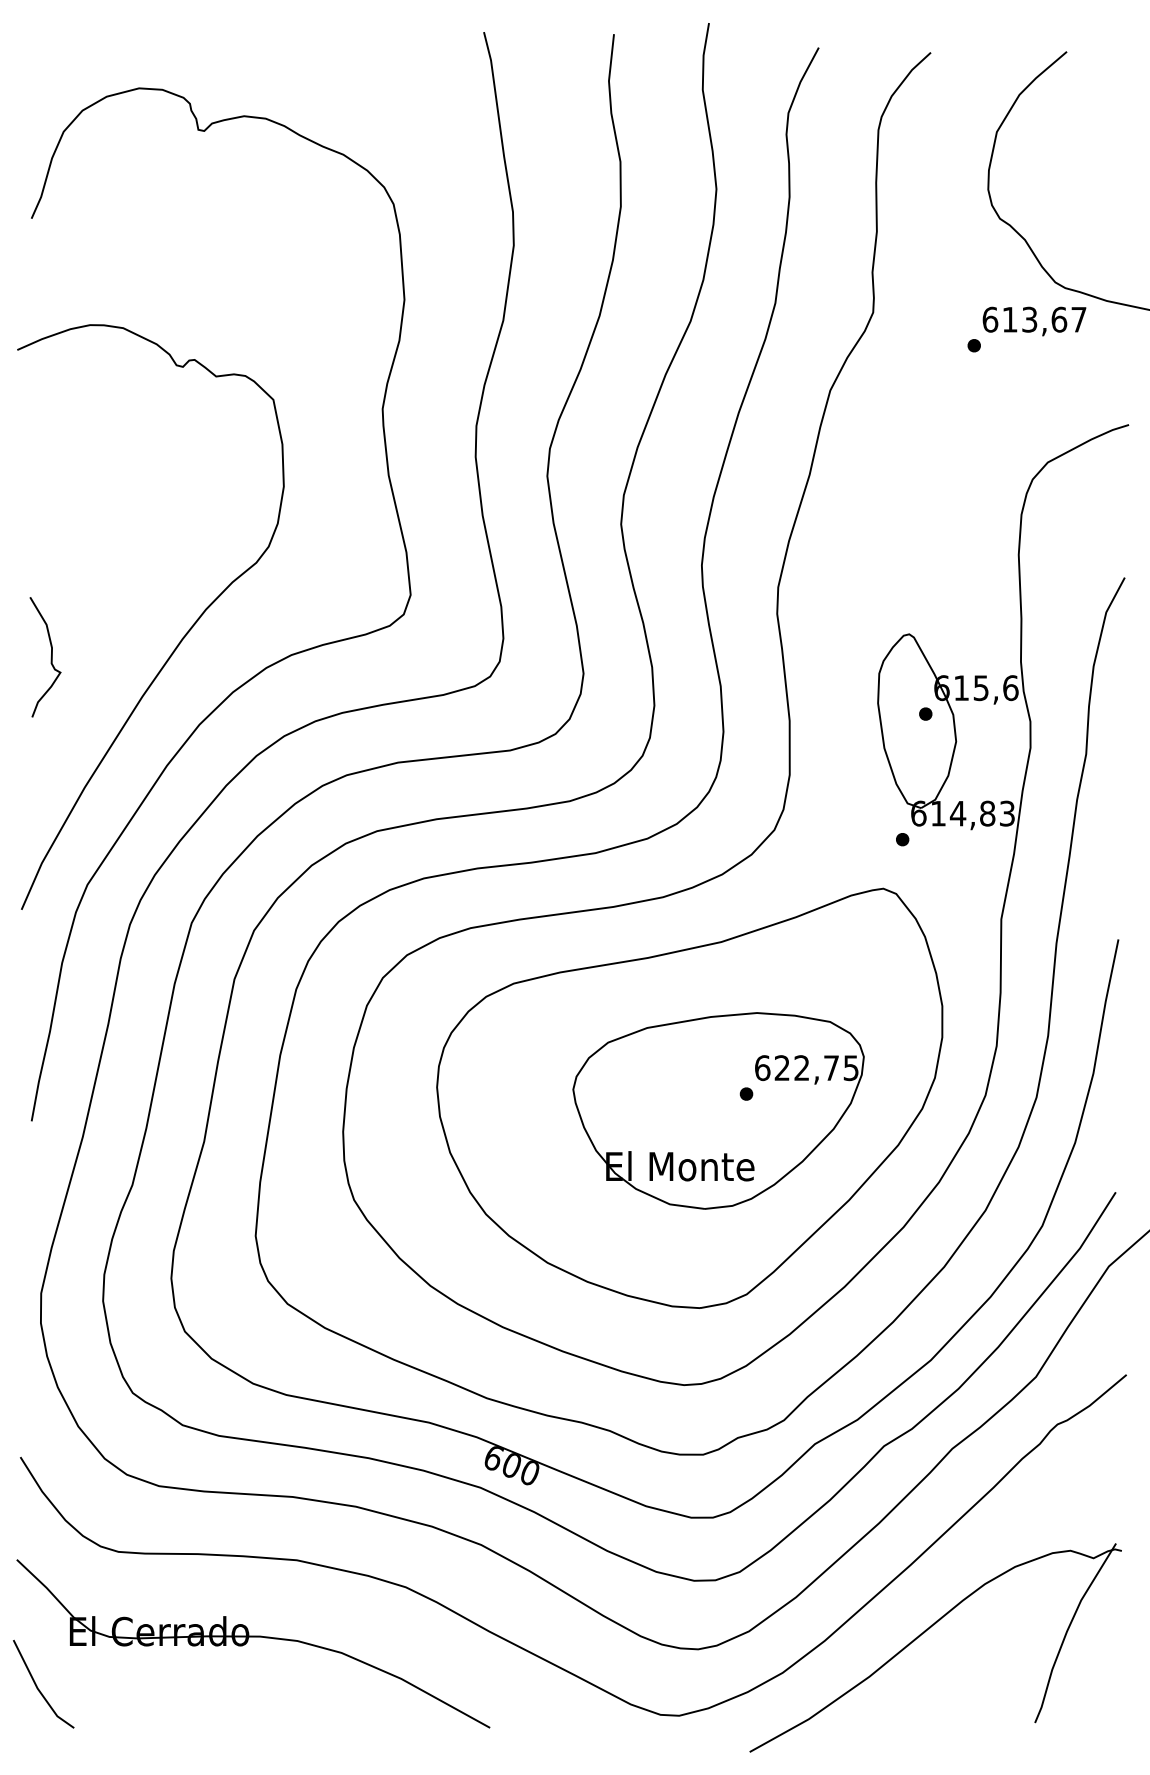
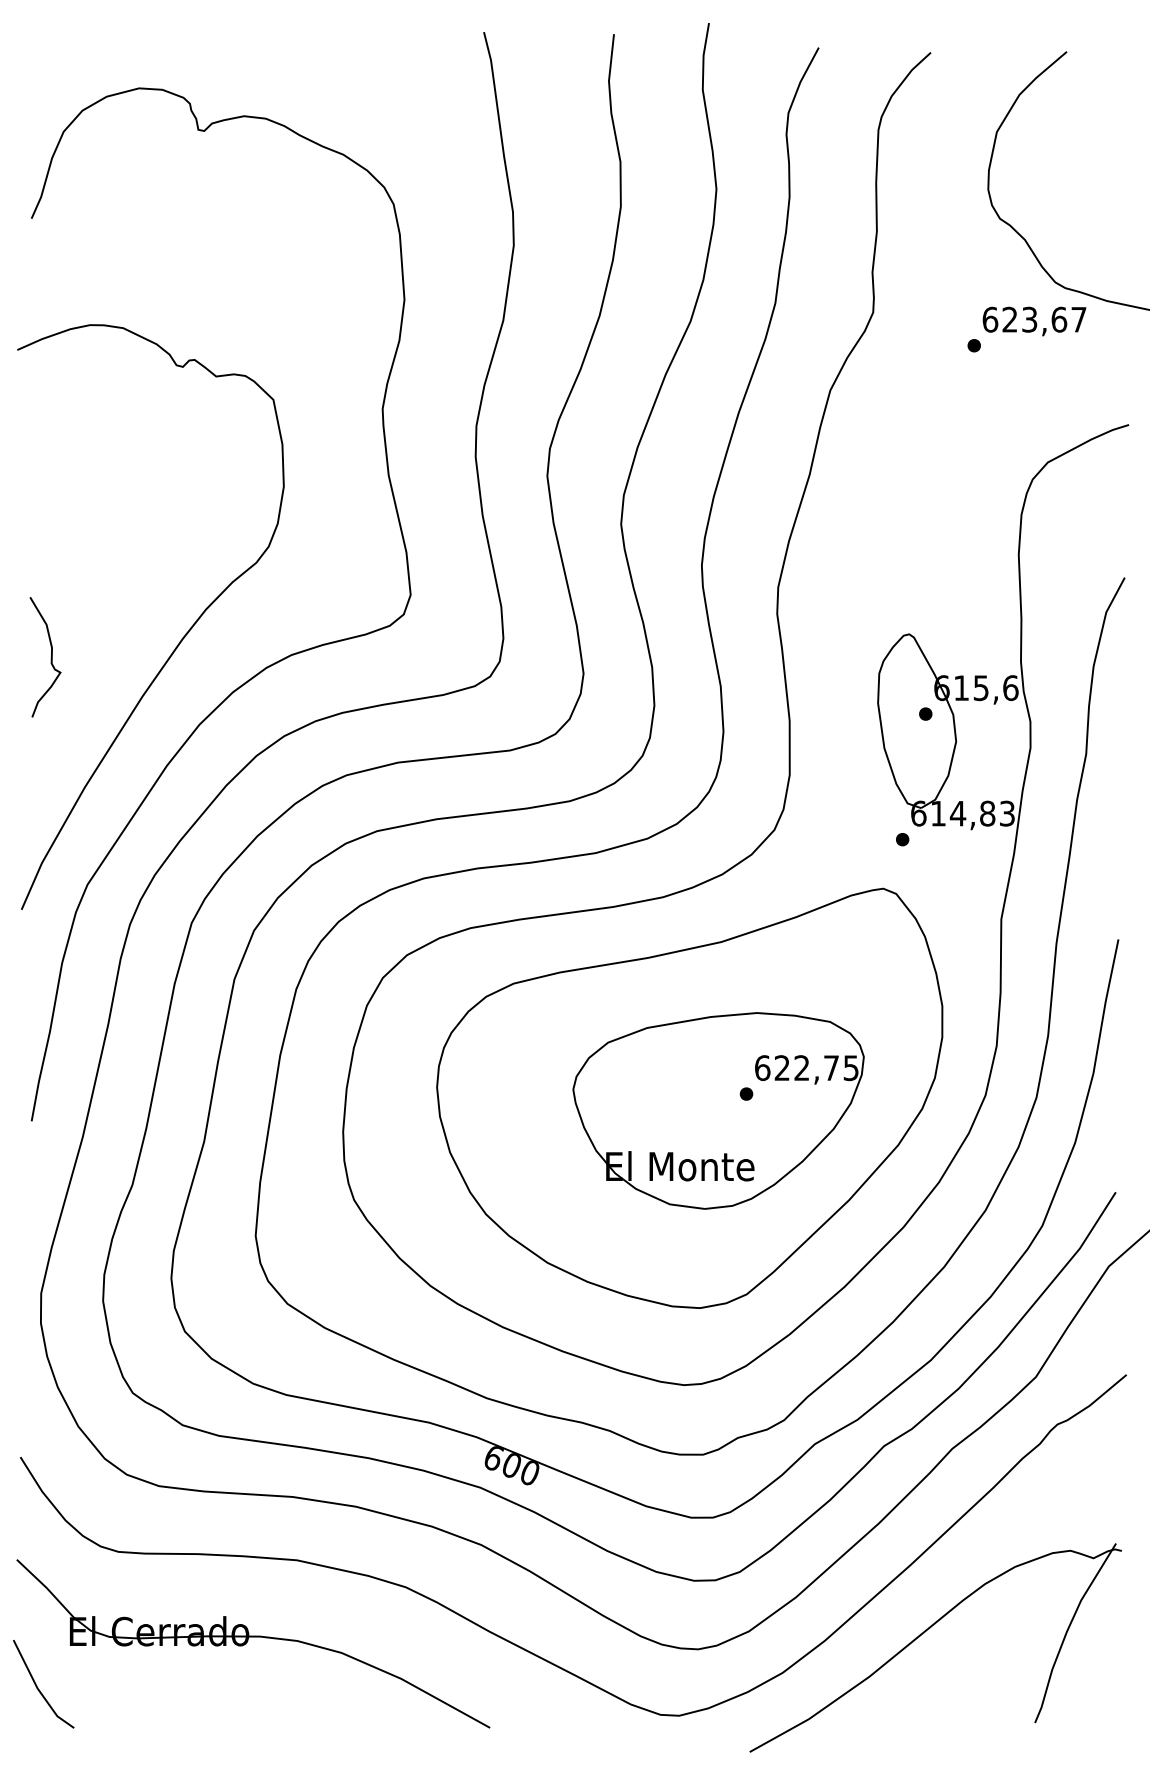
text at (1009, 319): 613,67 -> 623,67
